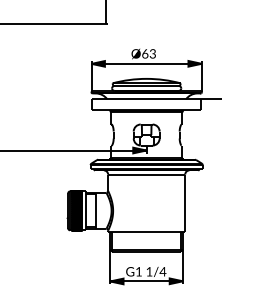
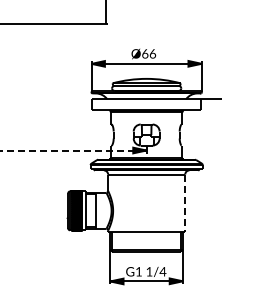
text at (152, 53): Ø63 -> Ø66
line at (73, 150): solid -> dashed
line at (185, 203): solid -> dashed
